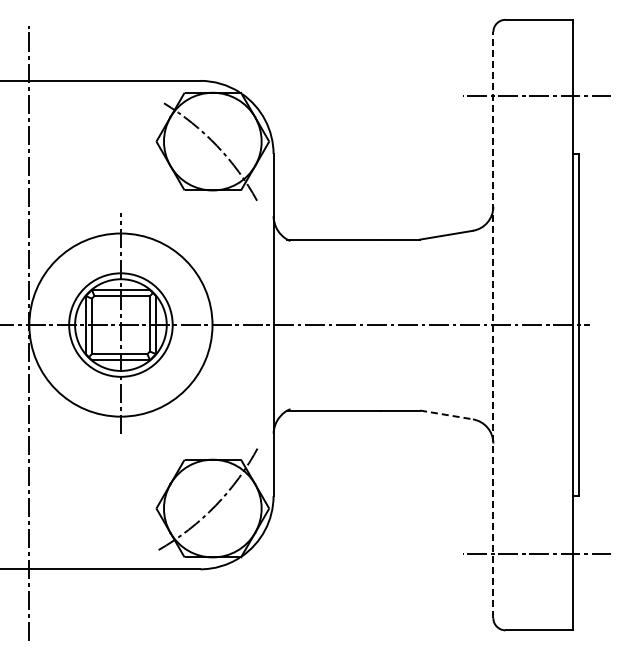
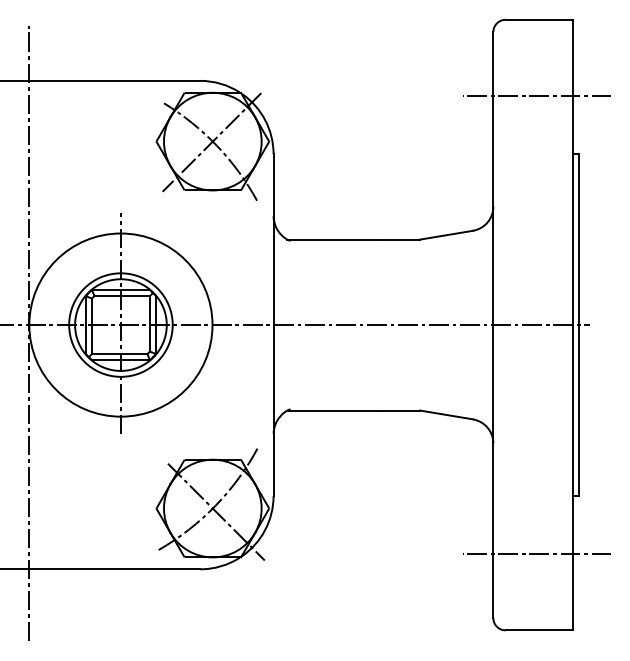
line at (211, 142): none -> present
line at (493, 324): dashed -> solid
line at (446, 414): dashed -> solid
line at (216, 511): none -> present
